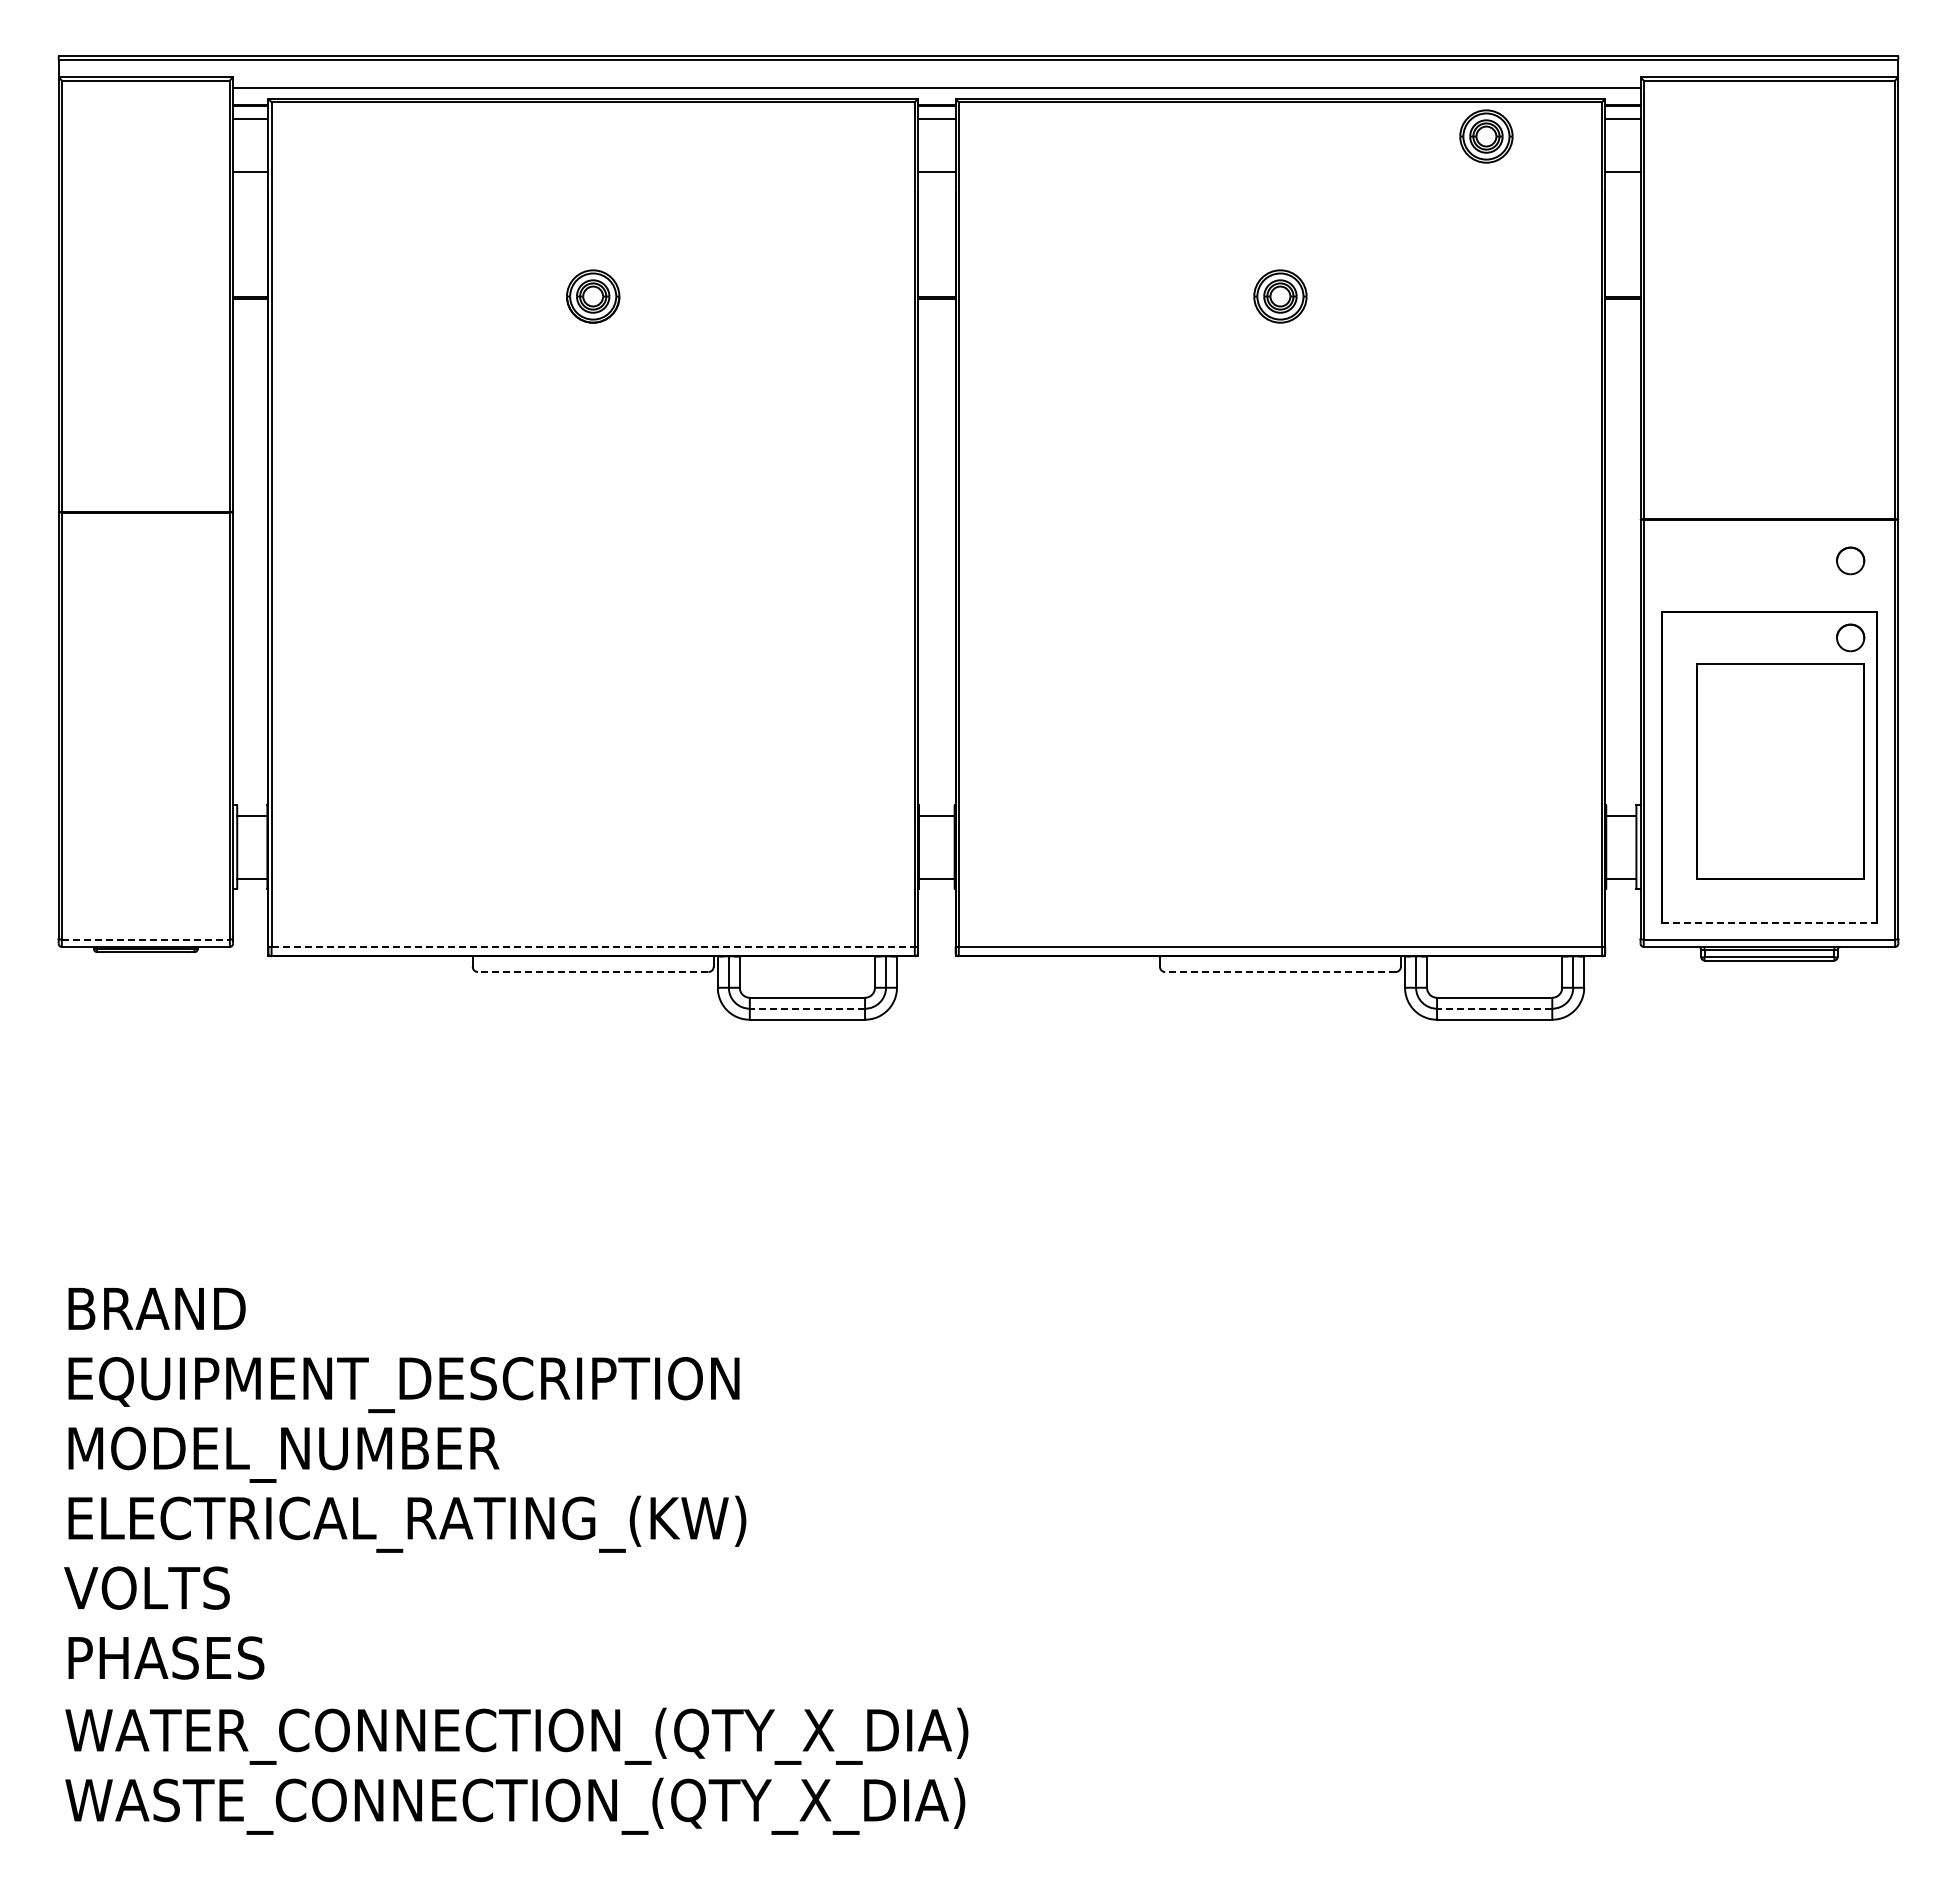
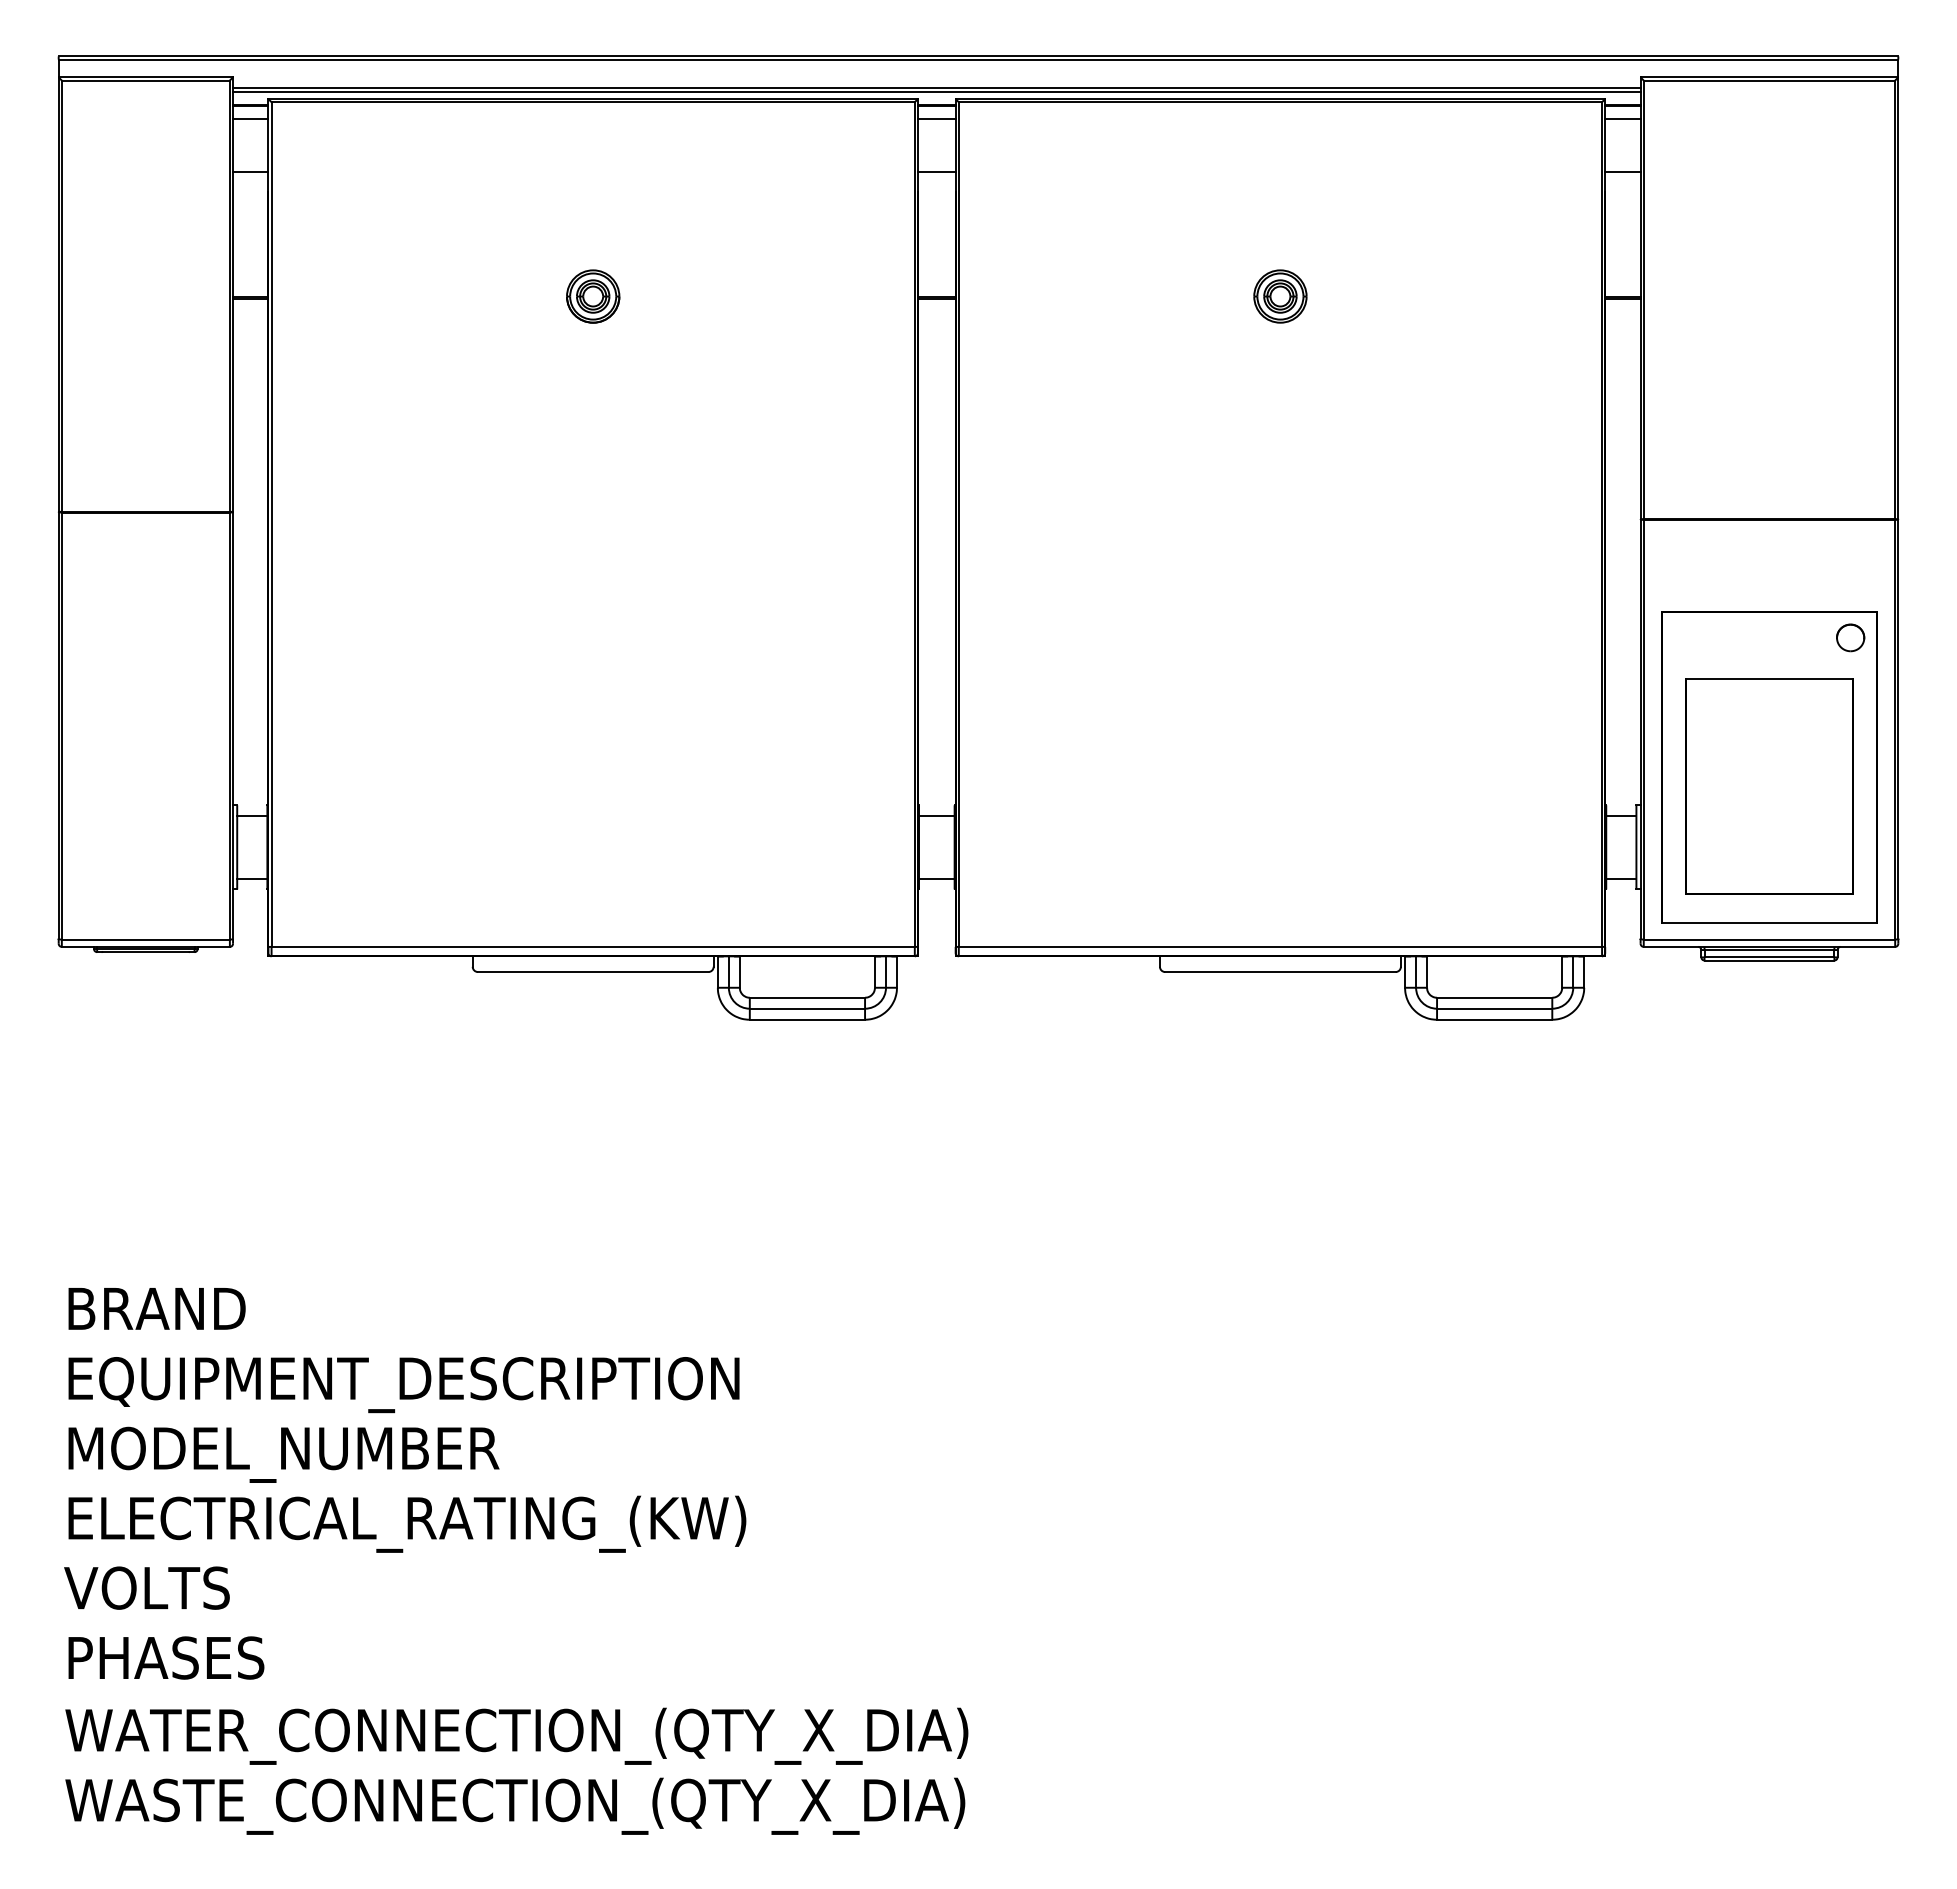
line at (936, 91): none -> present
part at (1486, 136): present -> none
part at (1850, 560): present -> none
part at (1780, 771) position: (1780, 771) -> (1769, 786)
line at (1769, 923): dashed -> solid
line at (146, 939): dashed -> solid
line at (593, 946): dashed -> solid
line at (592, 972): dashed -> solid
line at (1279, 972): dashed -> solid
line at (807, 1008): dashed -> solid
line at (1494, 1008): dashed -> solid
